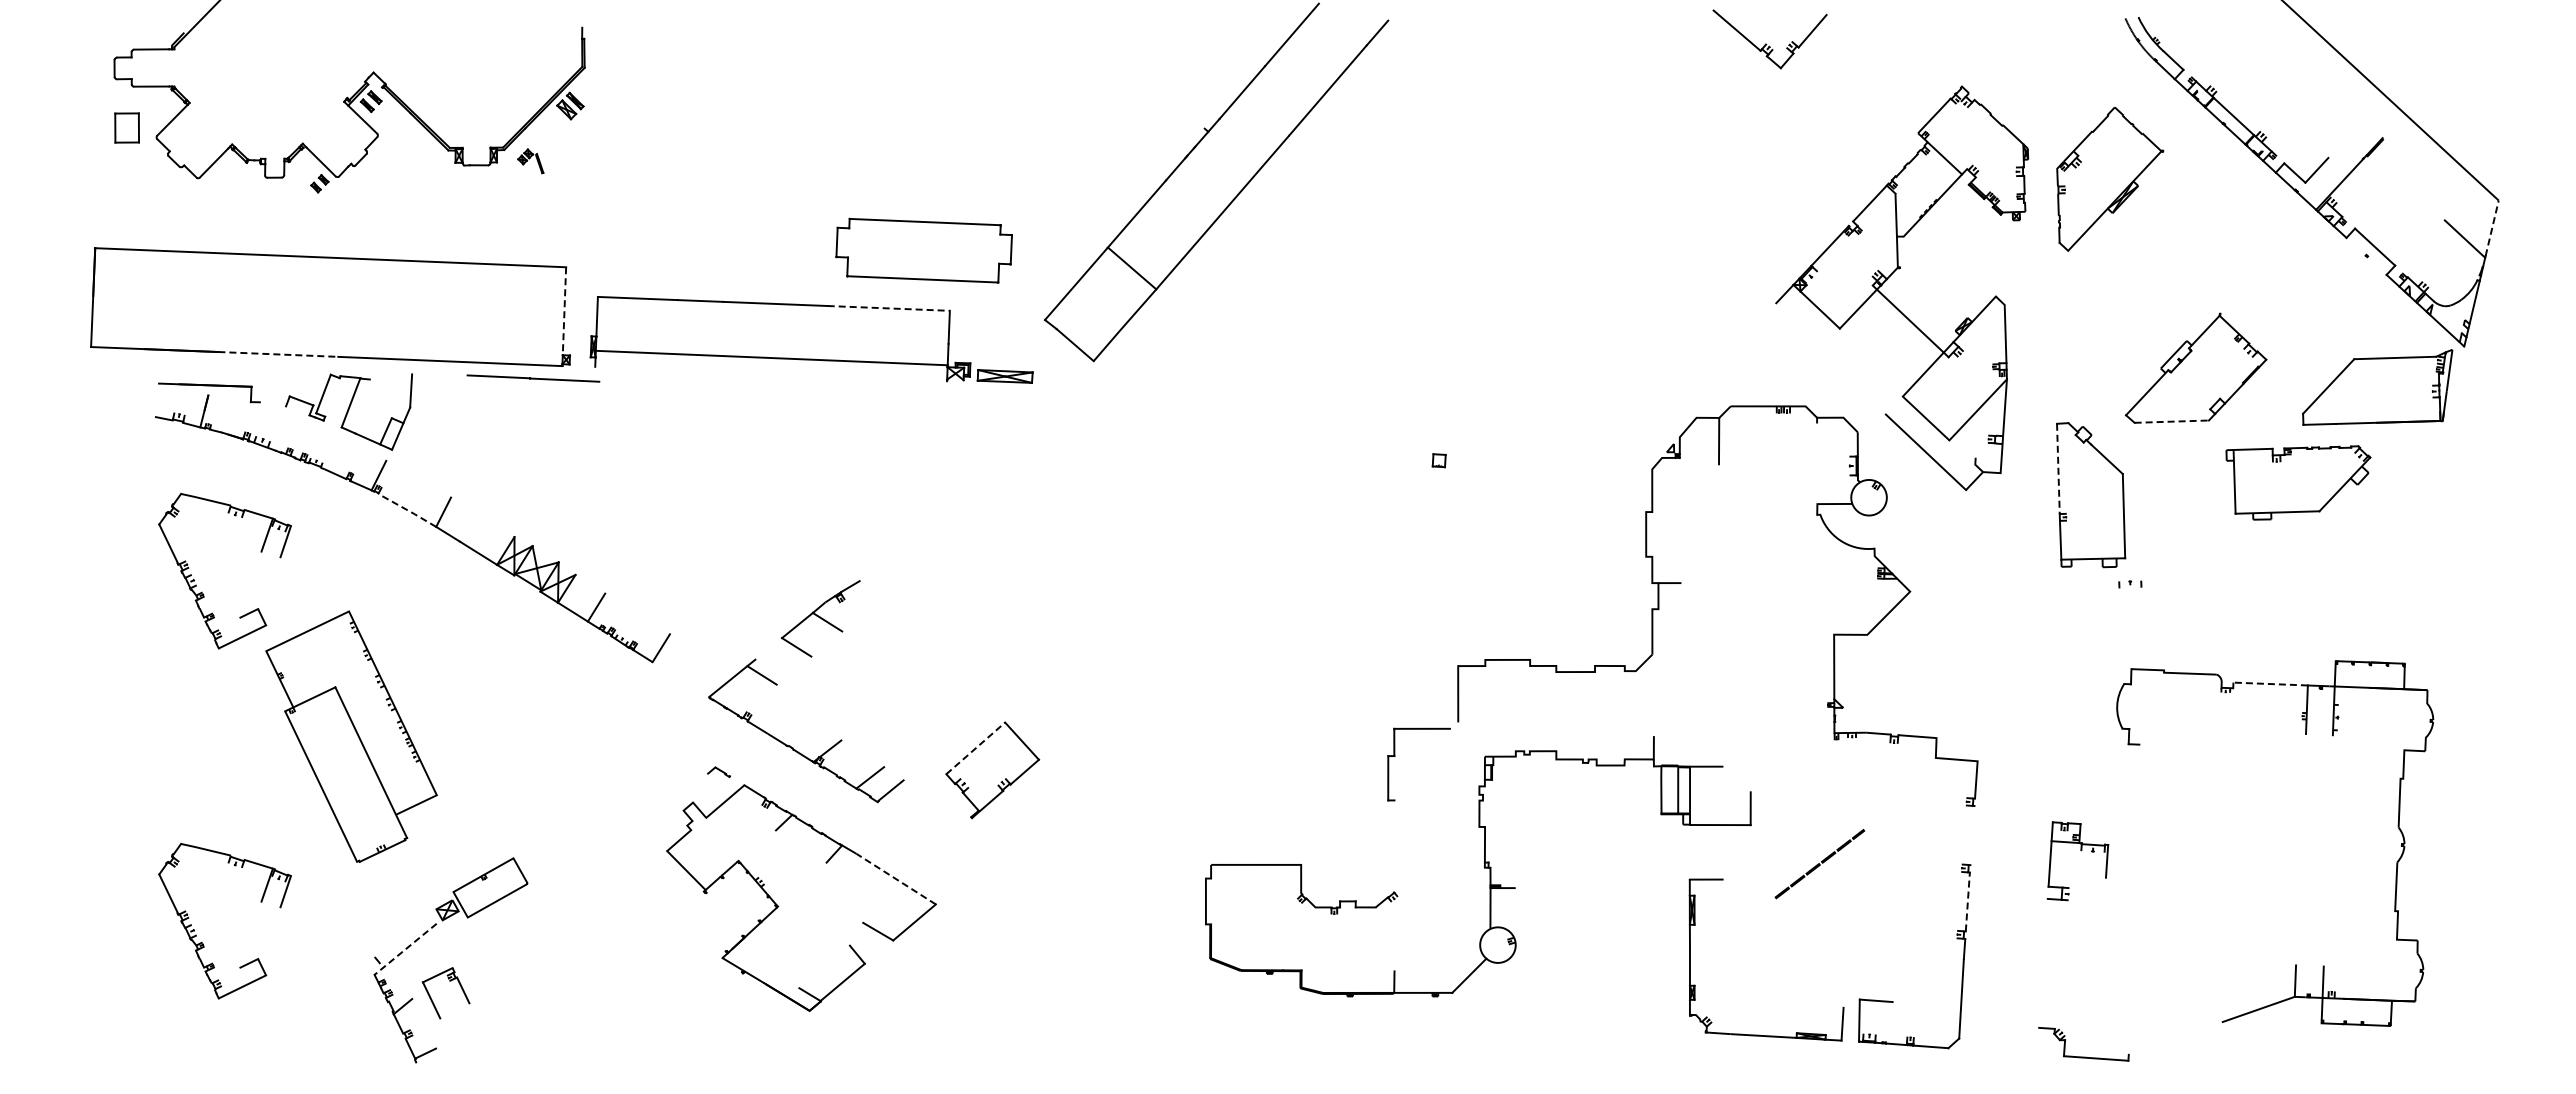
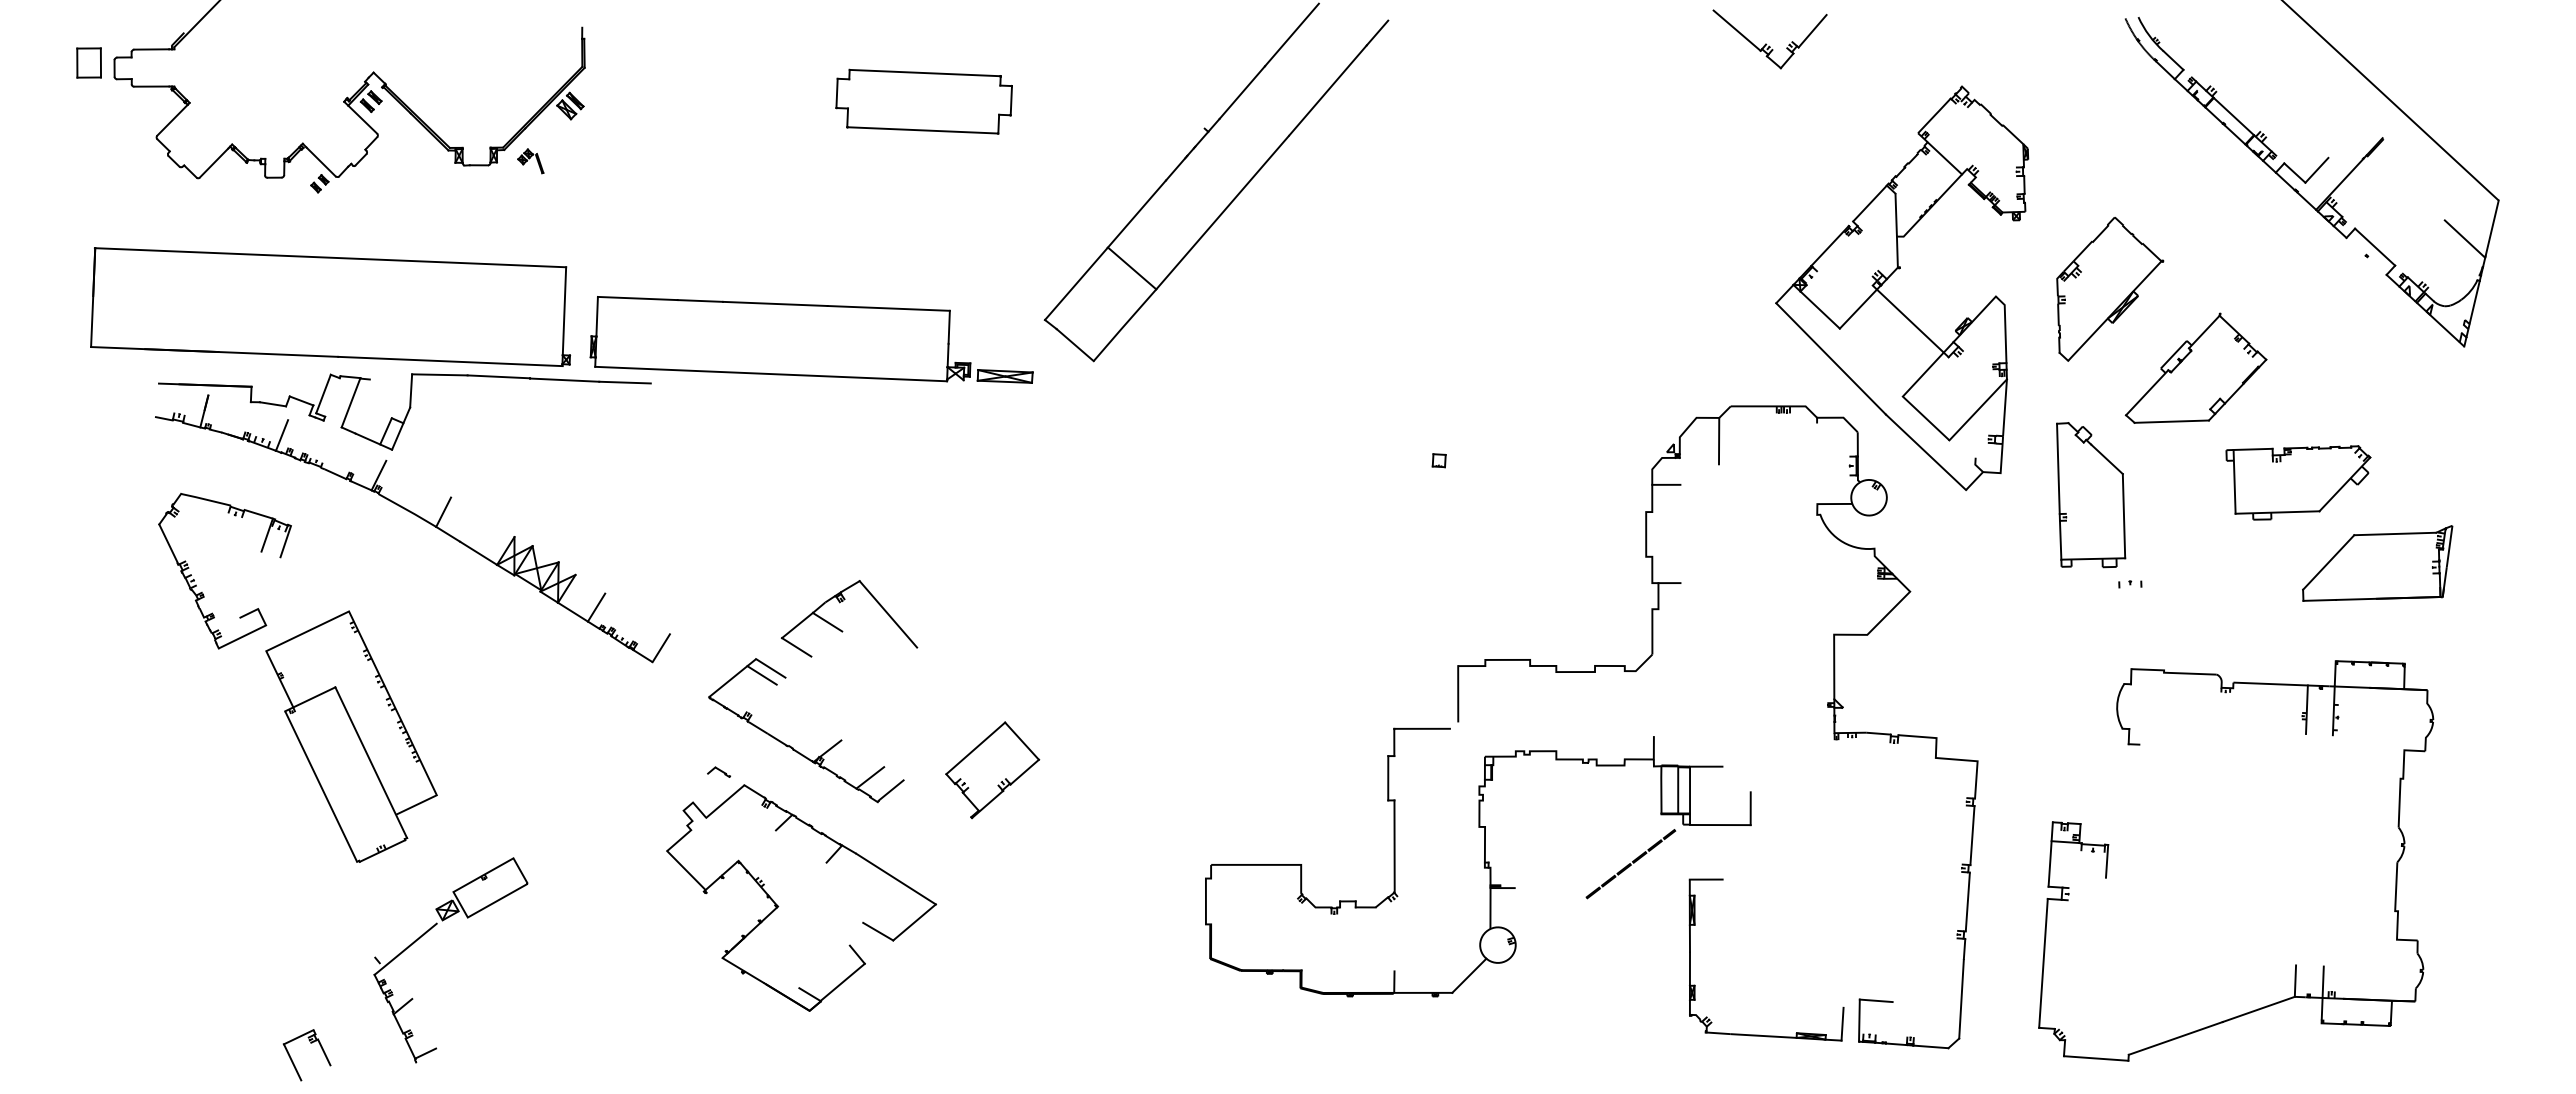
part at (126, 127) position: (126, 127) -> (88, 62)
part at (2110, 178) position: (2110, 178) -> (2110, 288)
line at (2492, 228): dashed -> solid
part at (923, 250) position: (923, 250) -> (923, 101)
line at (889, 308): dashed -> solid
line at (564, 311): dashed -> solid
line at (278, 354): dashed -> solid
line at (772, 357) position: (772, 357) -> (771, 373)
line at (1830, 358): none -> present
line at (439, 374): none -> present
line at (624, 382): none -> present
part at (2377, 387) position: (2377, 387) -> (2377, 563)
line at (272, 404): none -> present
line at (2172, 421): dashed -> solid
line at (281, 435): none -> present
line at (2058, 469): dashed -> solid
line at (1666, 484): none -> present
line at (407, 510): dashed -> solid
line at (888, 614): none -> present
line at (770, 668): none -> present
line at (2270, 684): dashed -> solid
line at (976, 748): dashed -> solid
line at (1972, 835): none -> present
line at (1394, 845): none -> present
line at (1819, 864) position: (1819, 864) -> (1630, 864)
line at (895, 878): dashed -> solid
line at (1967, 902): dashed -> solid
part at (202, 941): present -> none
line at (405, 949): dashed -> solid
line at (2043, 962): none -> present
part at (449, 981) position: (449, 981) -> (310, 1043)
line at (2175, 1038): none -> present
